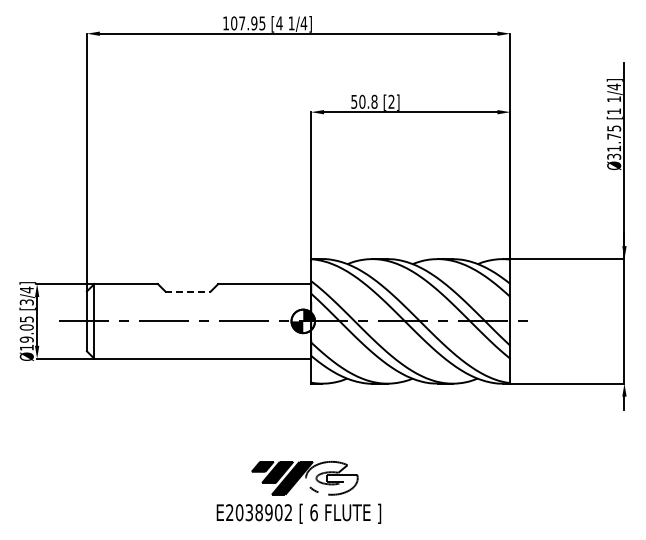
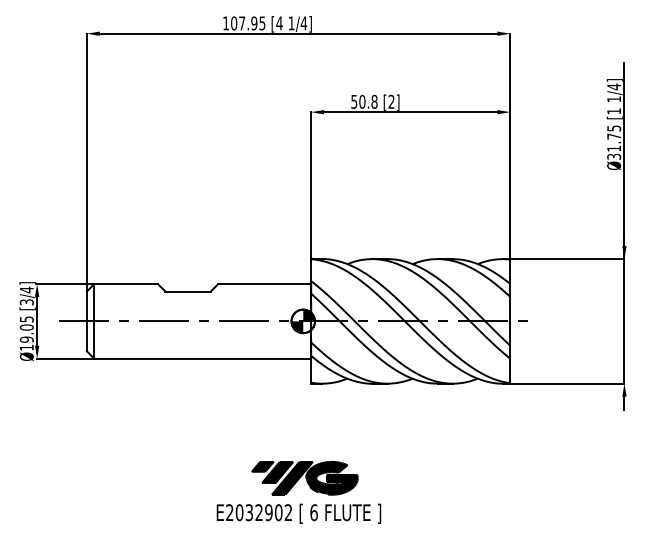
line at (188, 291): dashed -> solid
fill at (331, 477): none -> present
text at (258, 512): E2038902 -> E2032902
